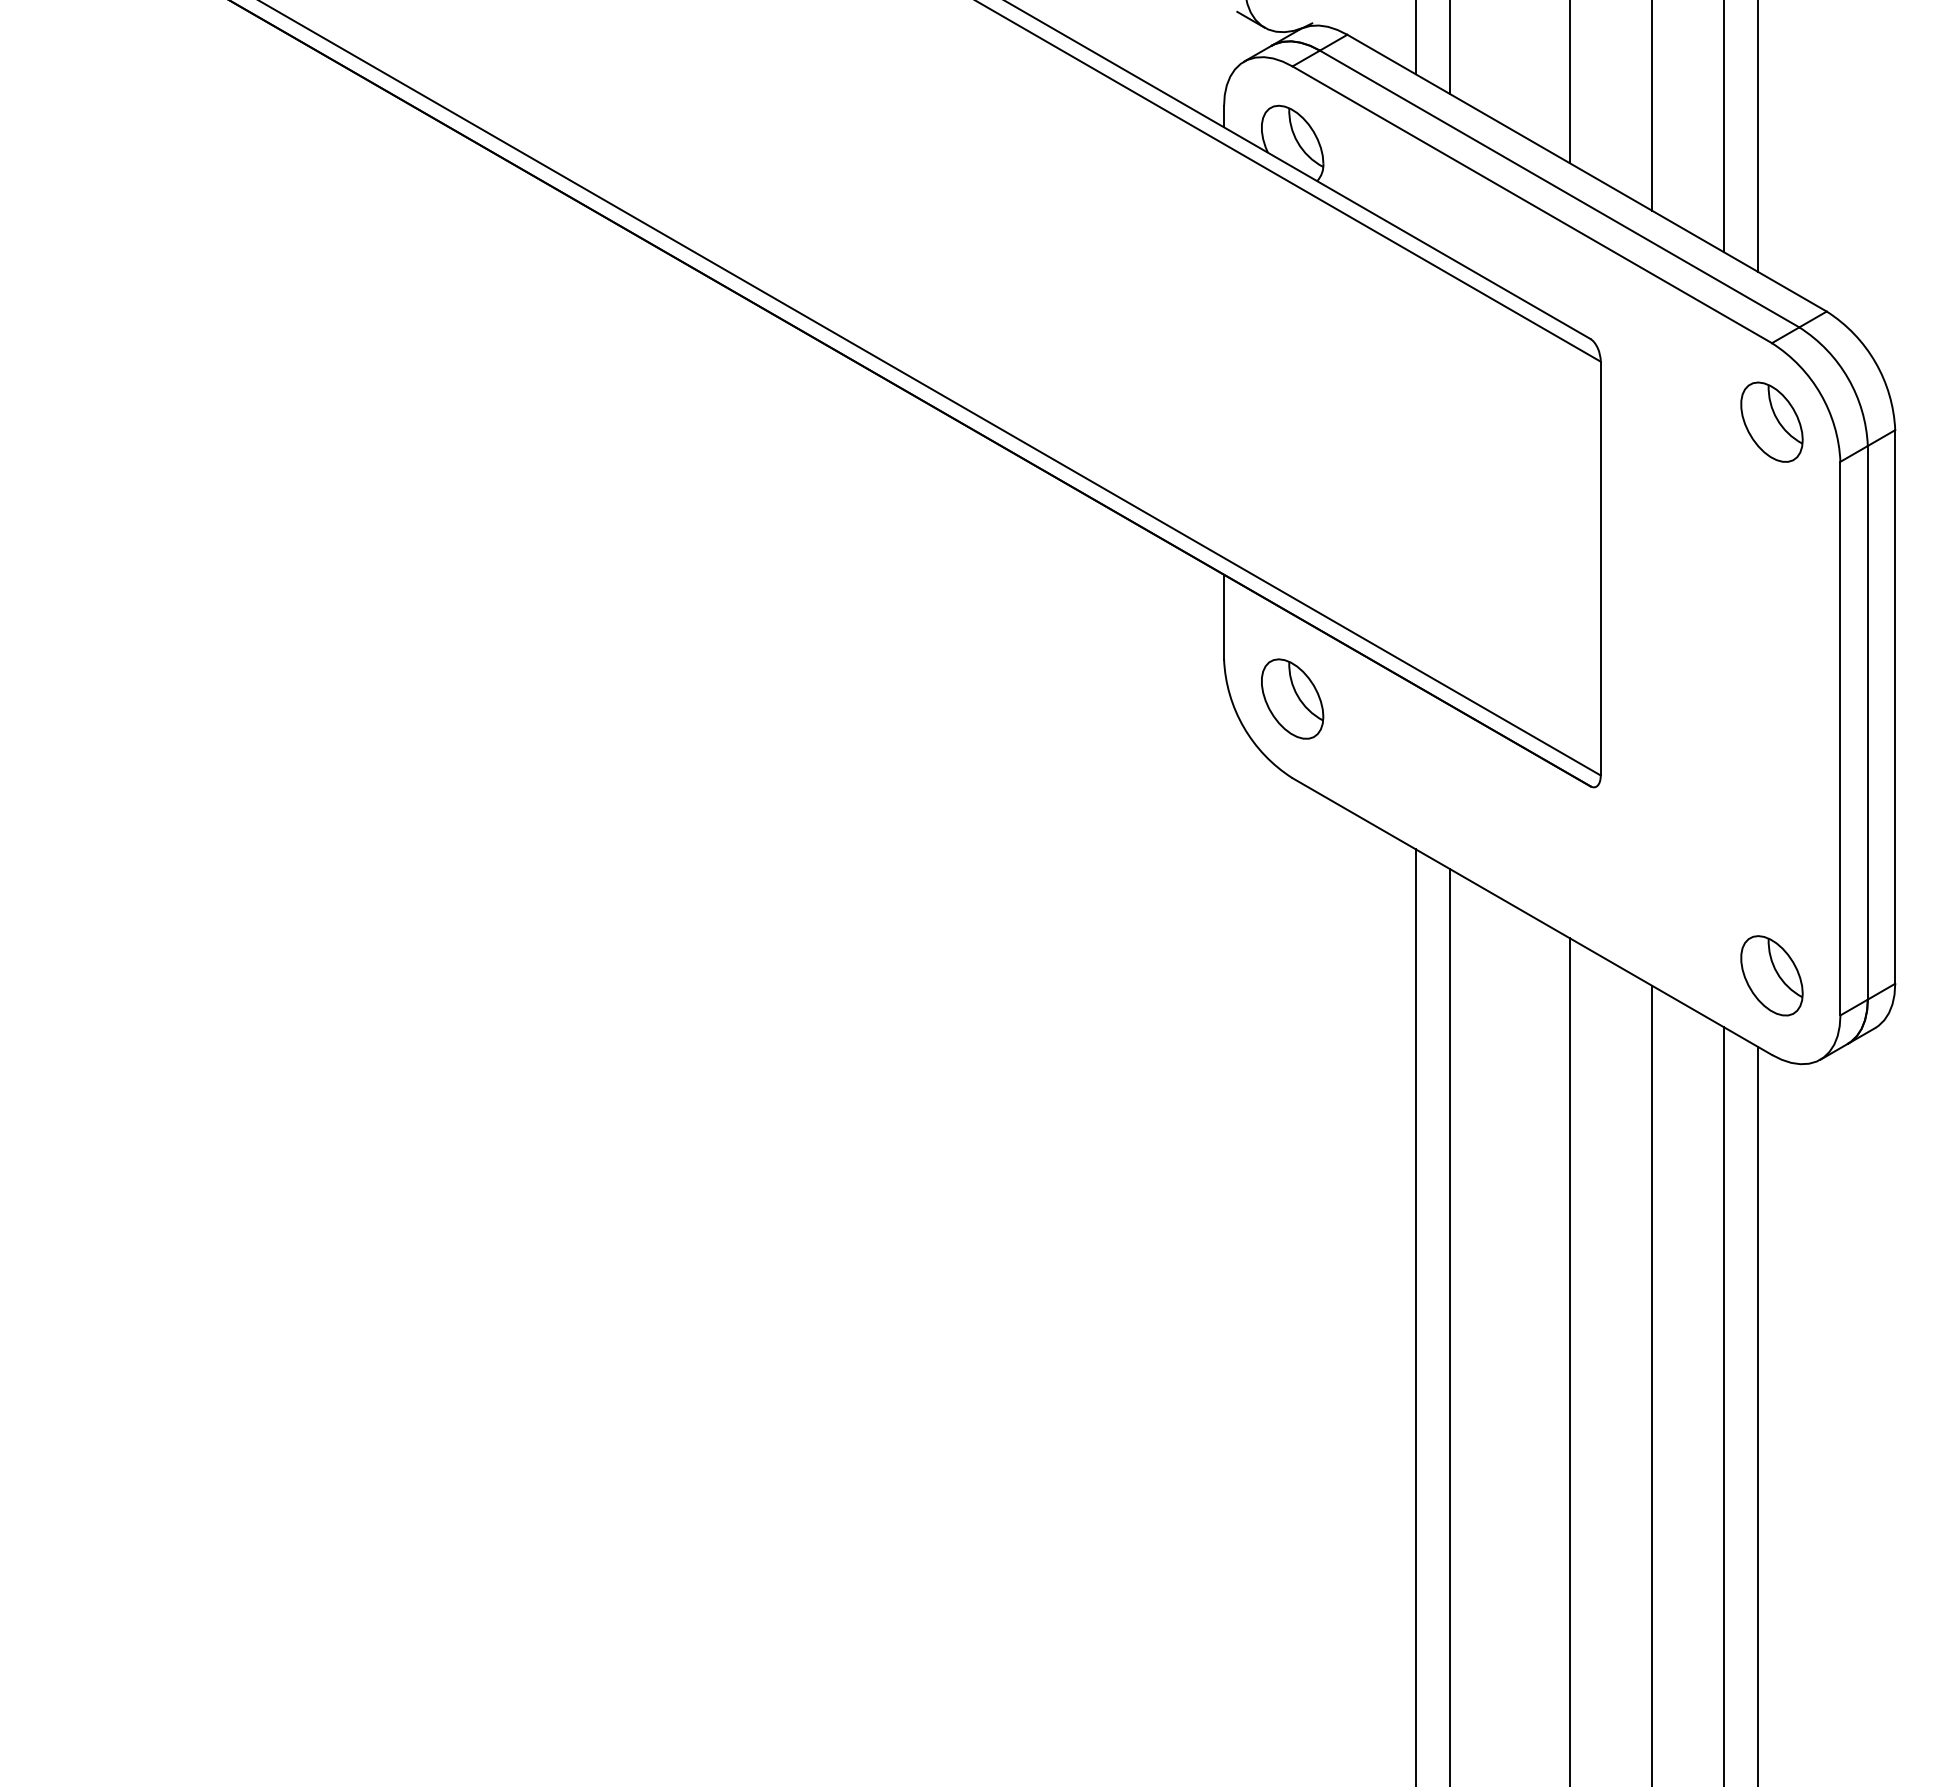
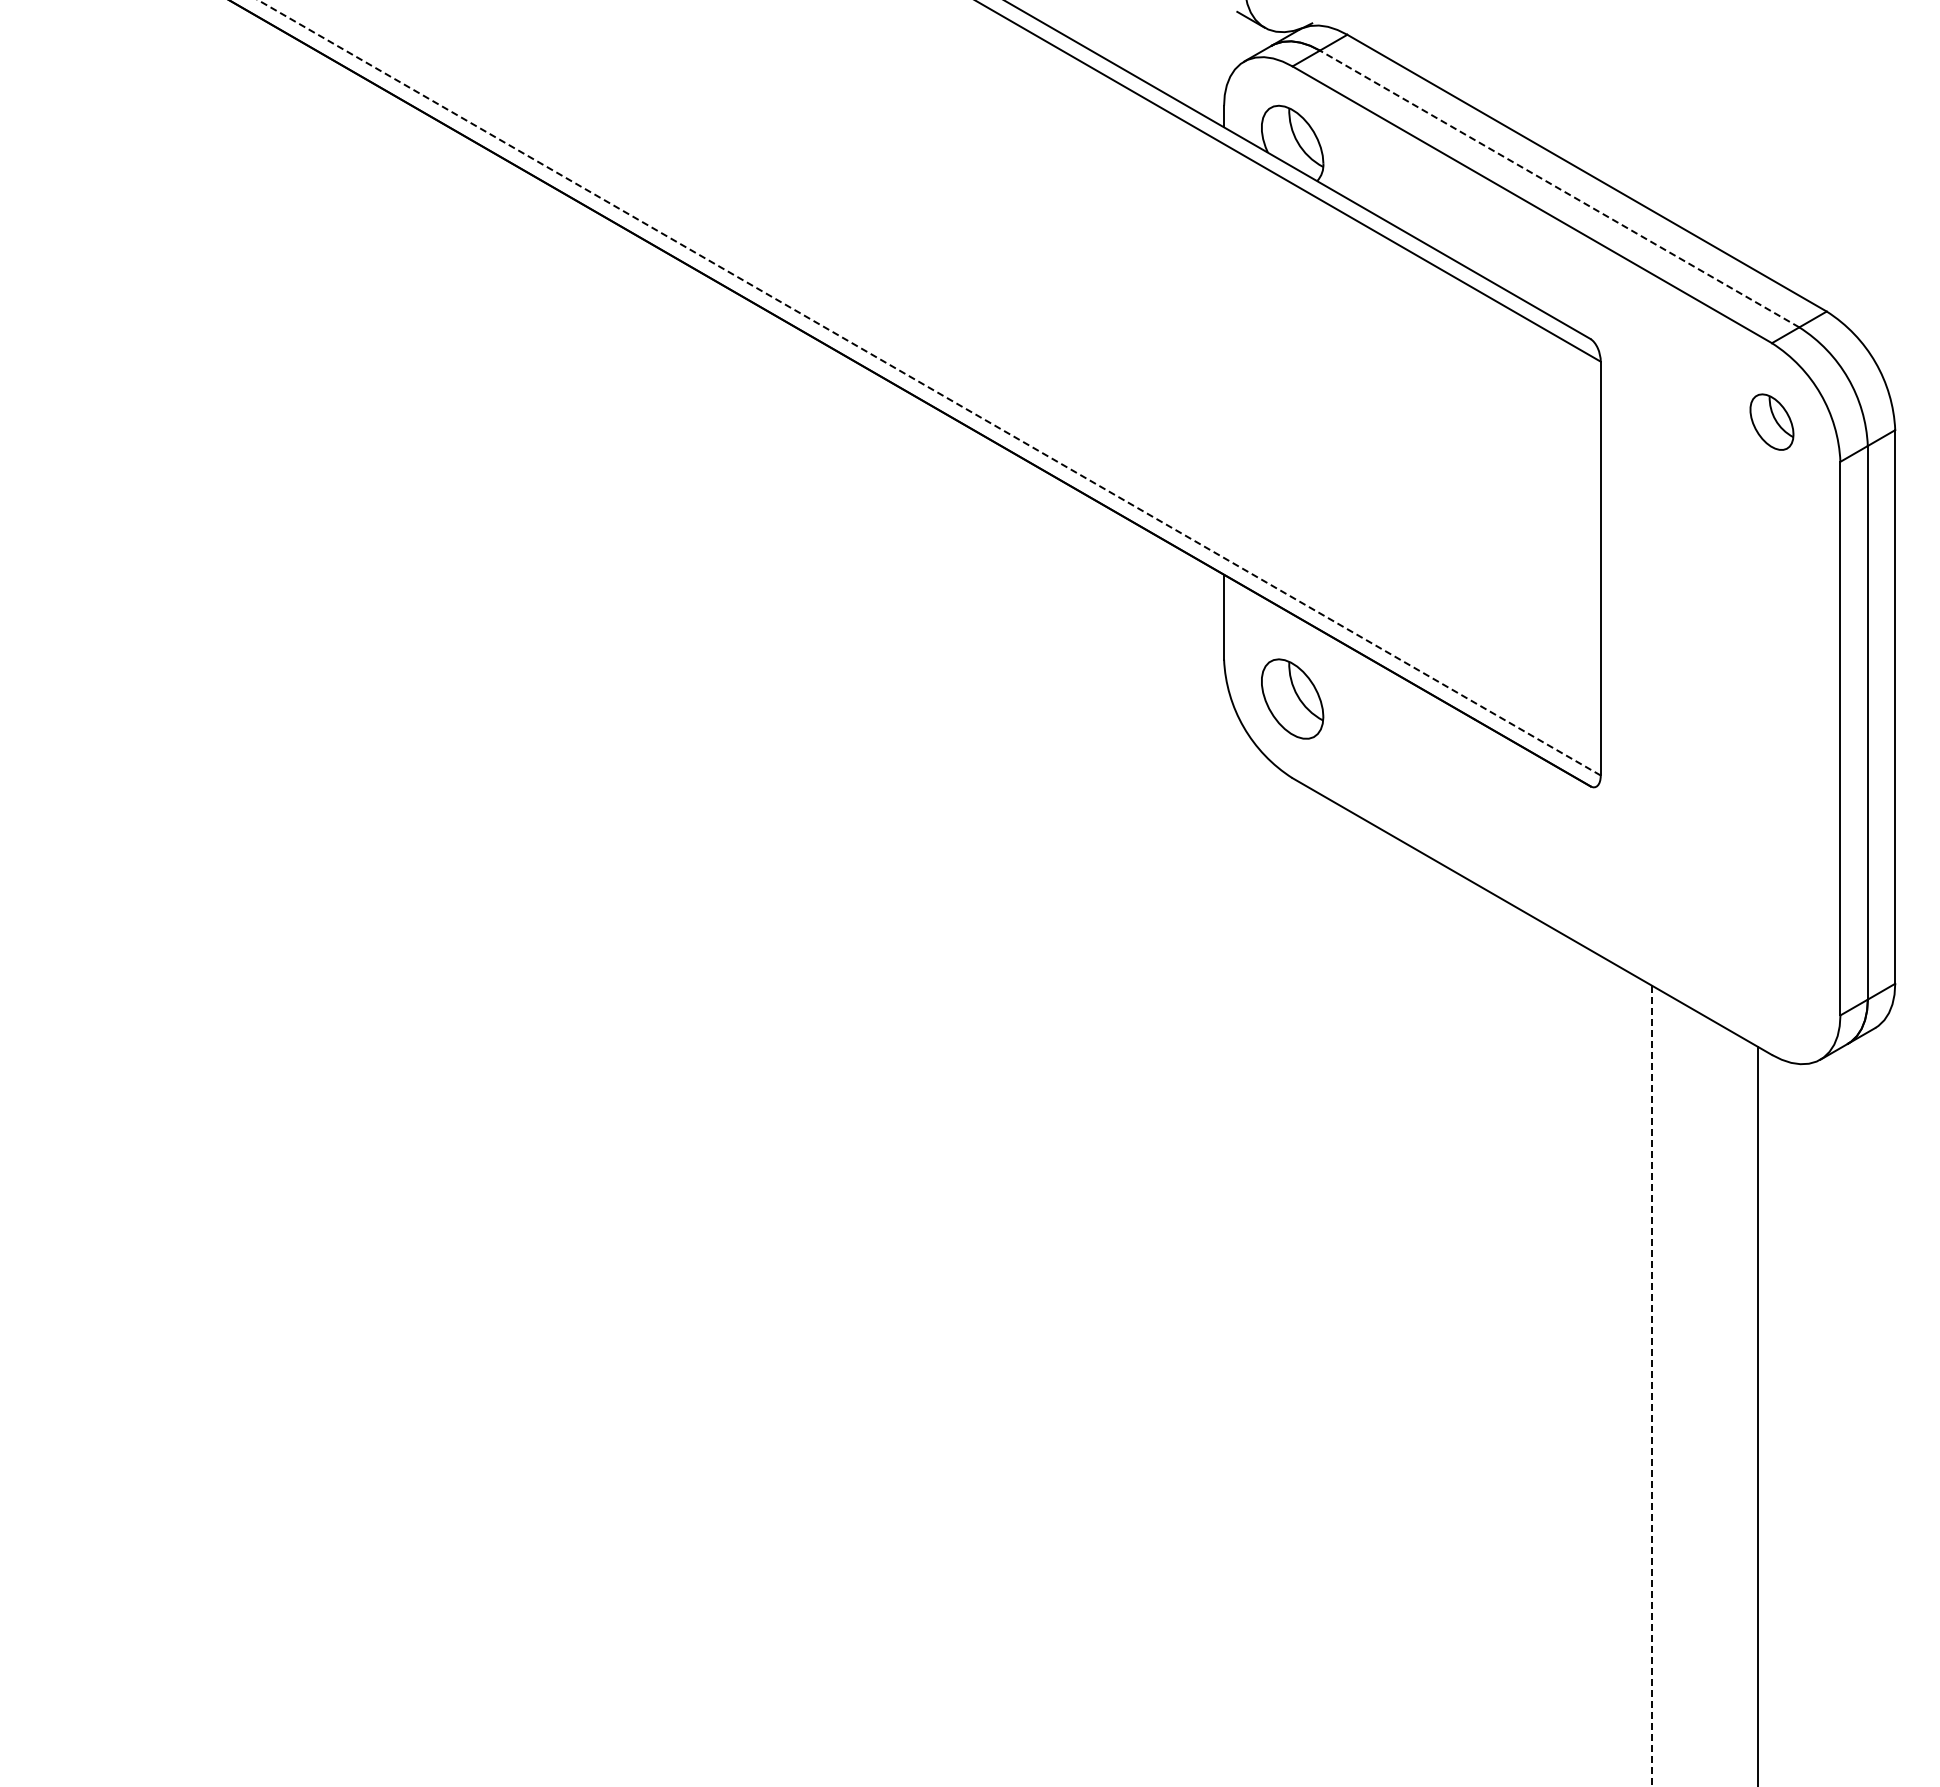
line at (1415, 38): present -> none
line at (1450, 48): present -> none
line at (1569, 82): present -> none
line at (1652, 106): present -> none
line at (1724, 127): present -> none
line at (1758, 137): present -> none
line at (1559, 189): solid -> dashed
line at (929, 387): solid -> dashed
part at (1771, 421) size: 64x82 px -> 46x58 px
part at (1771, 975): present -> none
line at (1415, 1316): present -> none
line at (1450, 1326): present -> none
line at (1569, 1360): present -> none
line at (1652, 1386): solid -> dashed
line at (1724, 1405): present -> none
